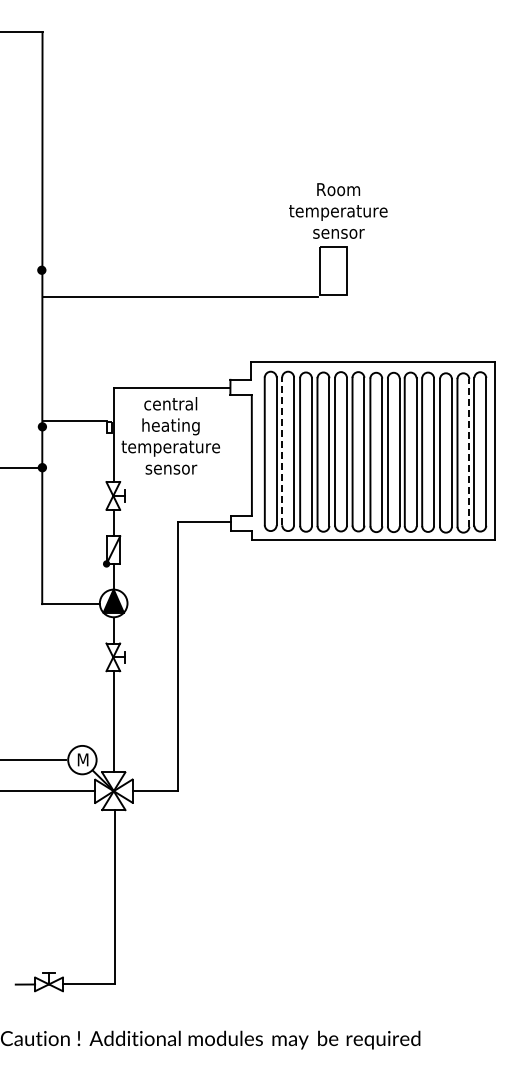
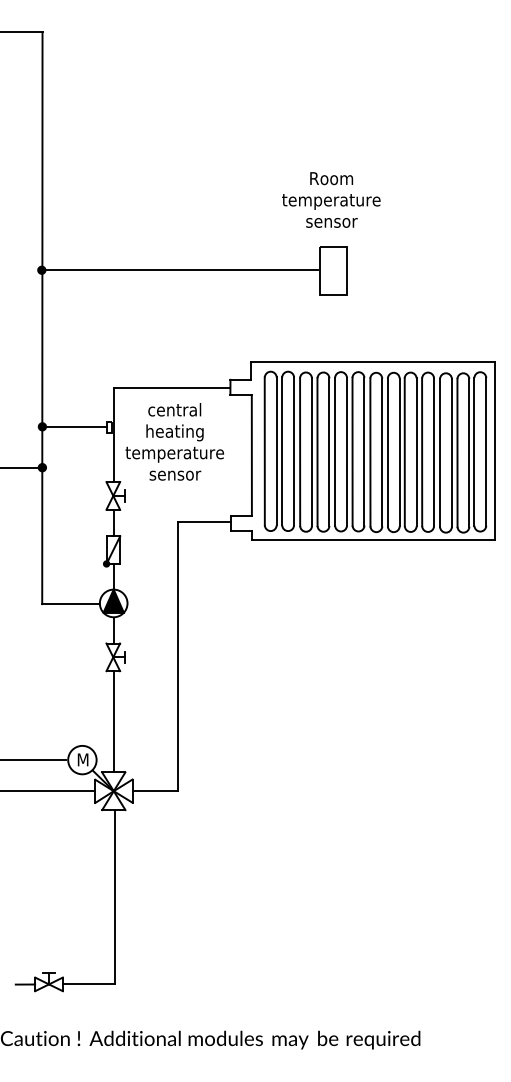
text at (338, 210) position: (338, 210) -> (331, 199)
line at (180, 297) position: (180, 297) -> (180, 270)
line at (74, 420) position: (74, 420) -> (74, 426)
text at (170, 435) position: (170, 435) -> (174, 441)
line at (282, 451): dashed -> solid
line at (469, 453): dashed -> solid
